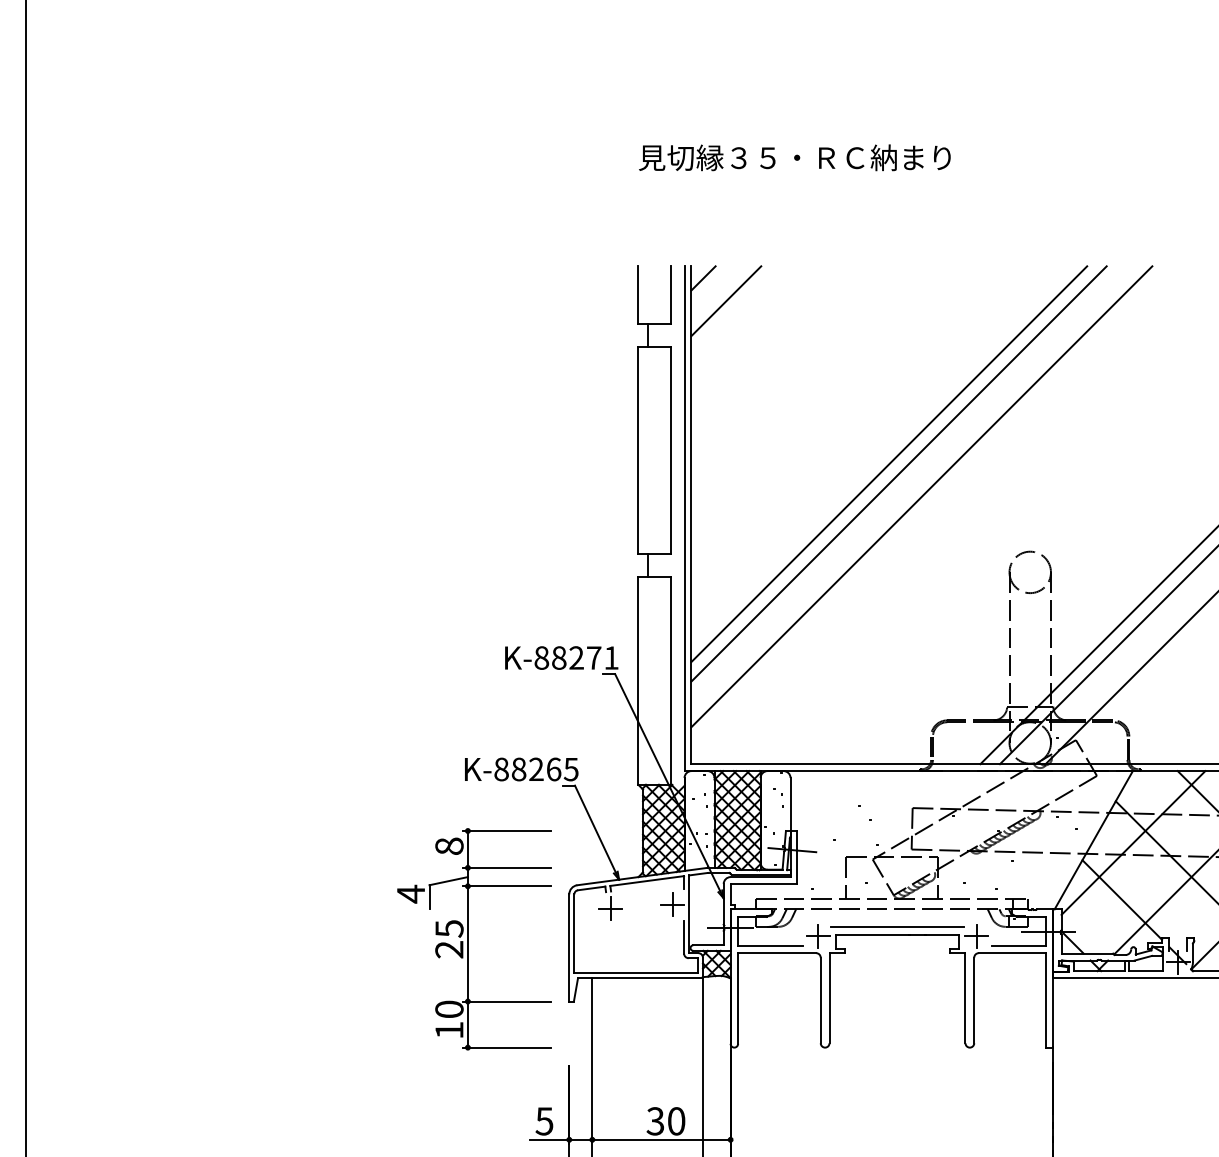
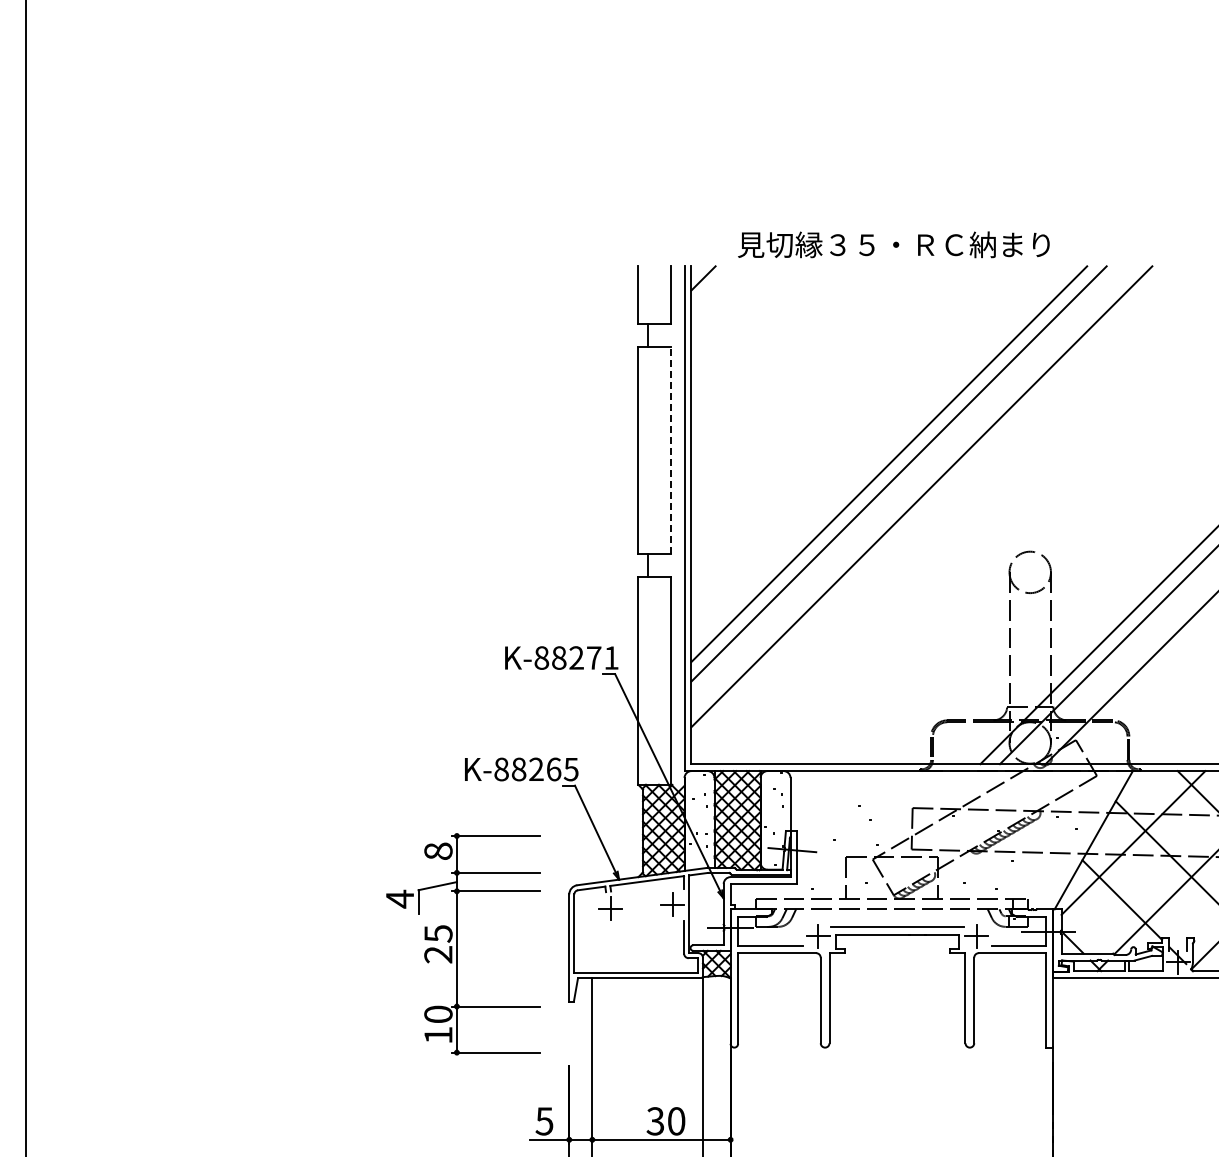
text at (794, 157) position: (794, 157) -> (893, 244)
line at (726, 301): present -> none
line at (670, 450): solid -> dashed
part at (474, 939) position: (474, 939) -> (463, 944)
